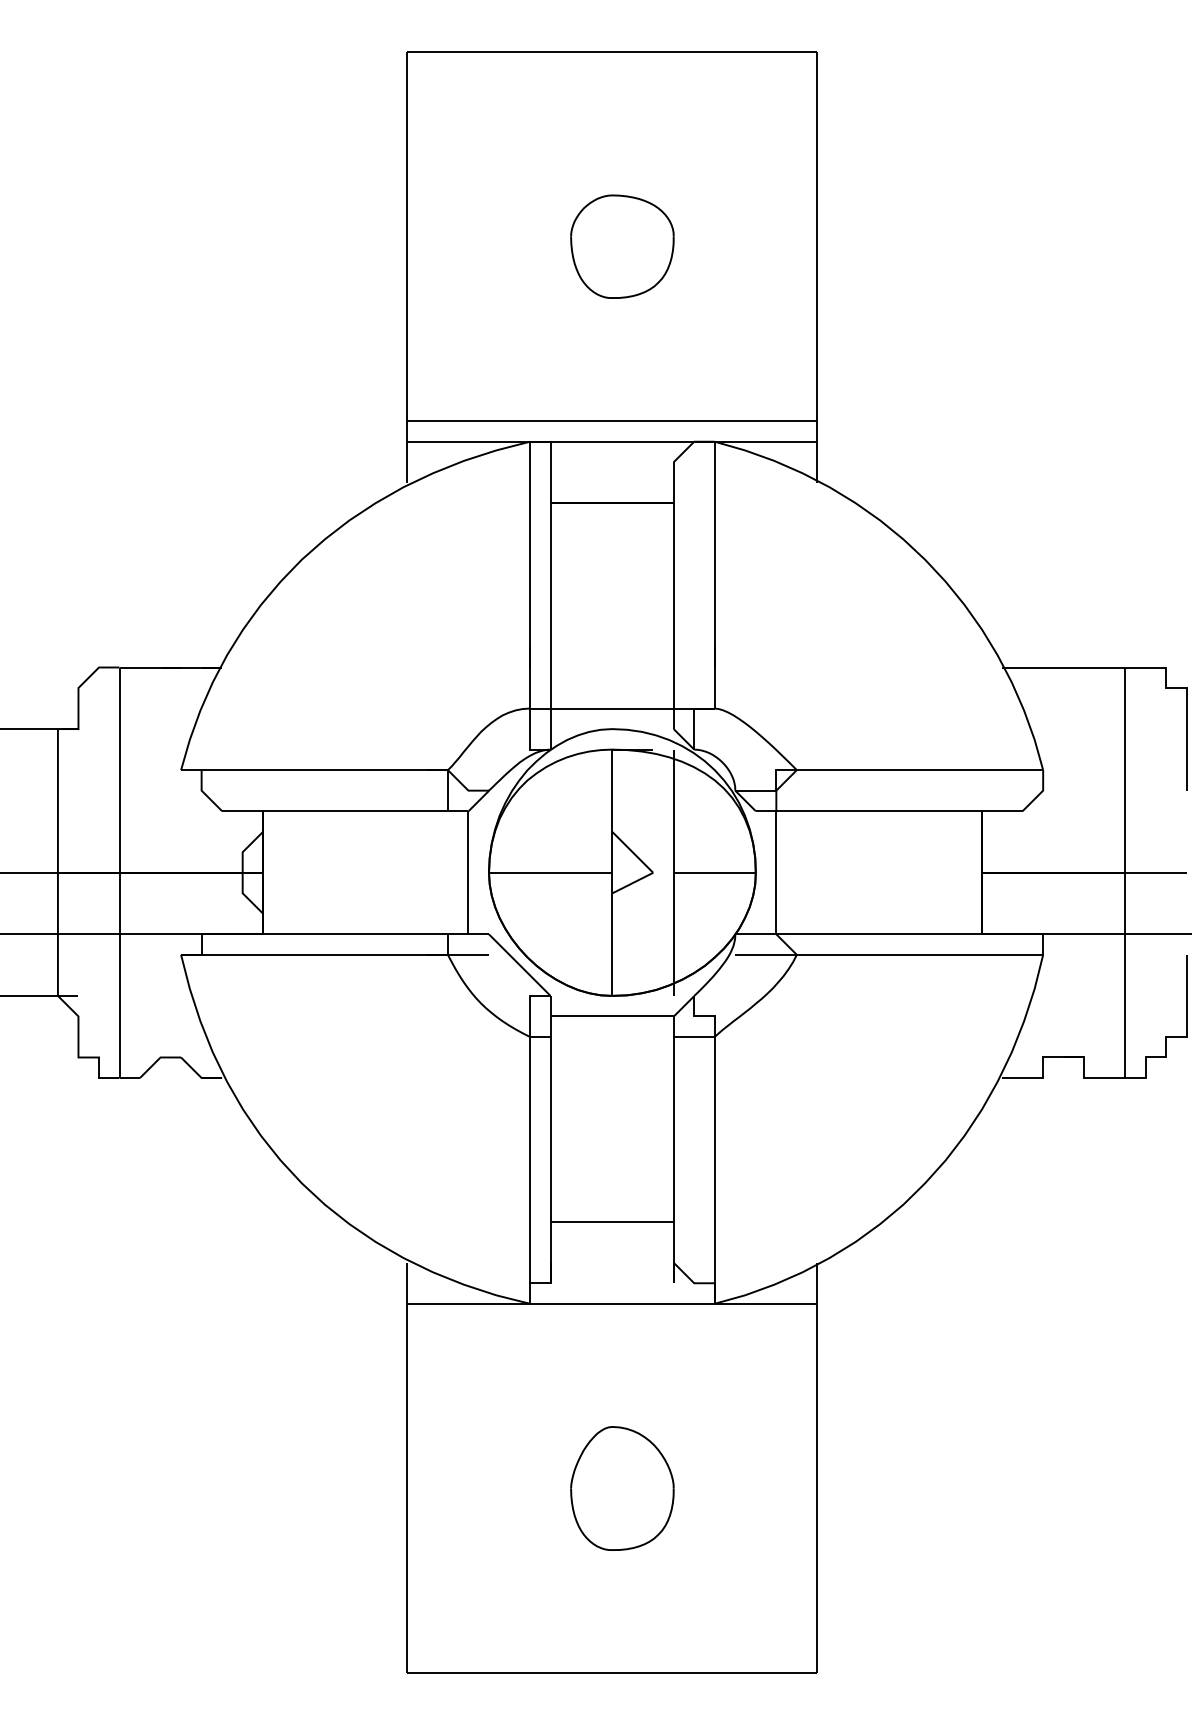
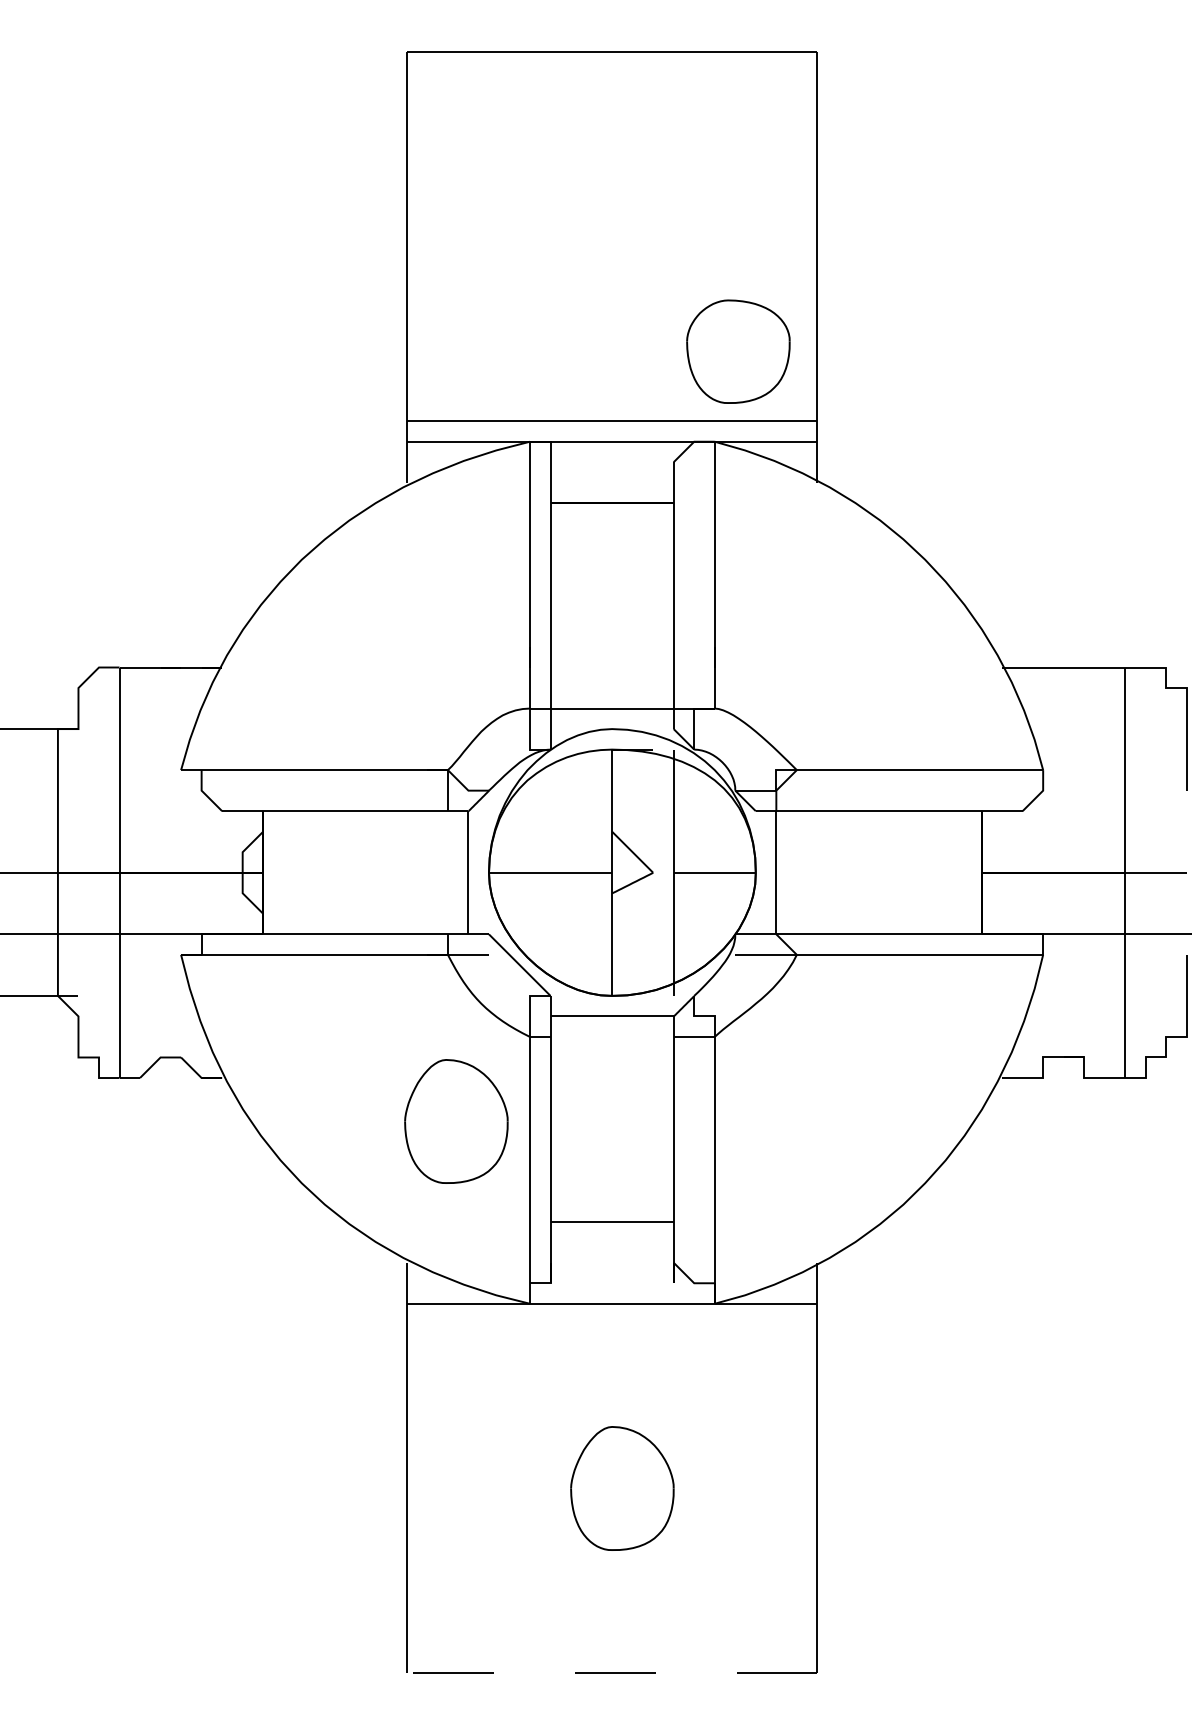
part at (622, 246) position: (622, 246) -> (738, 351)
part at (456, 1121): none -> present
line at (611, 1673): solid -> dashed
